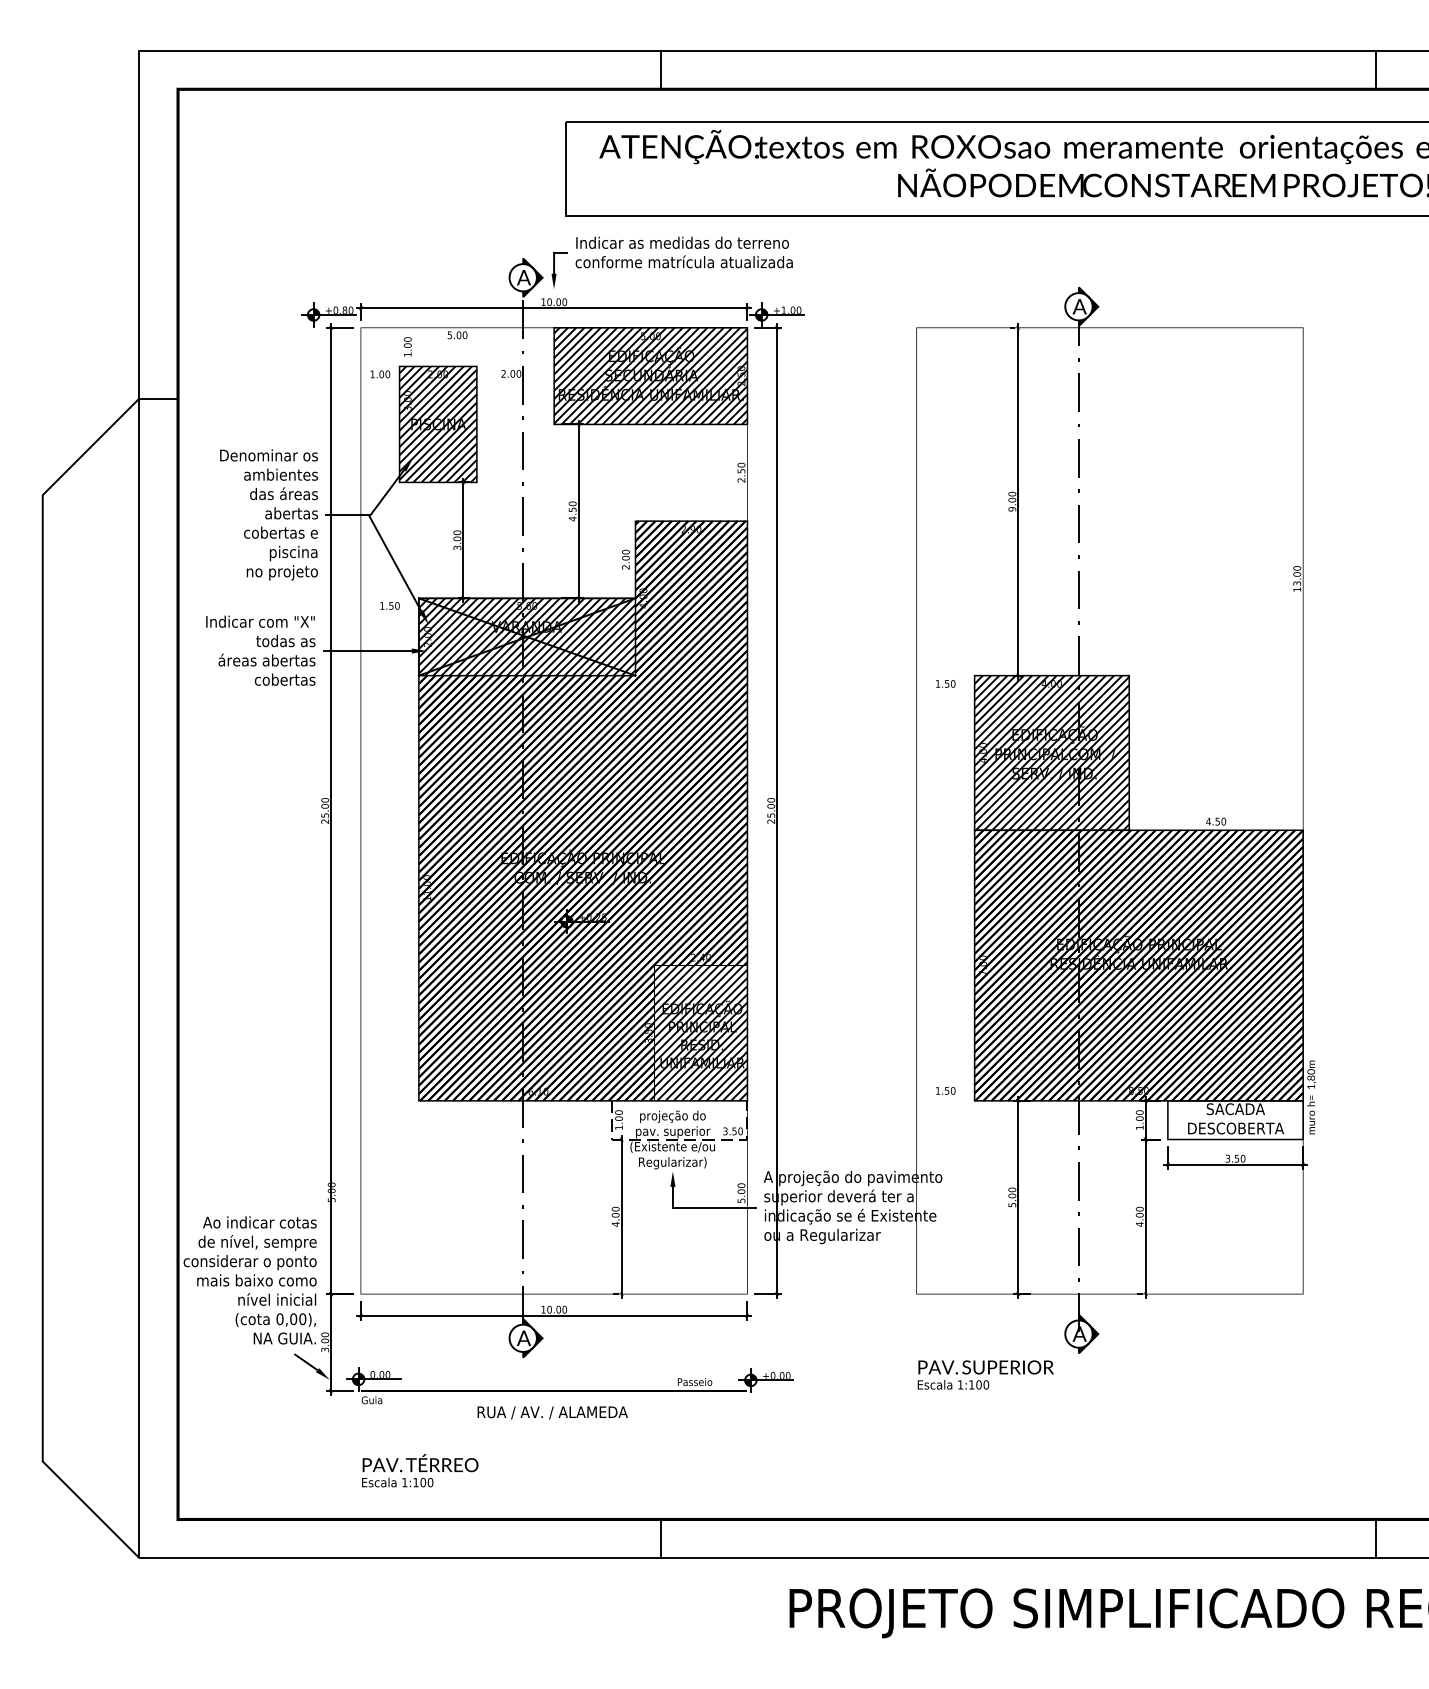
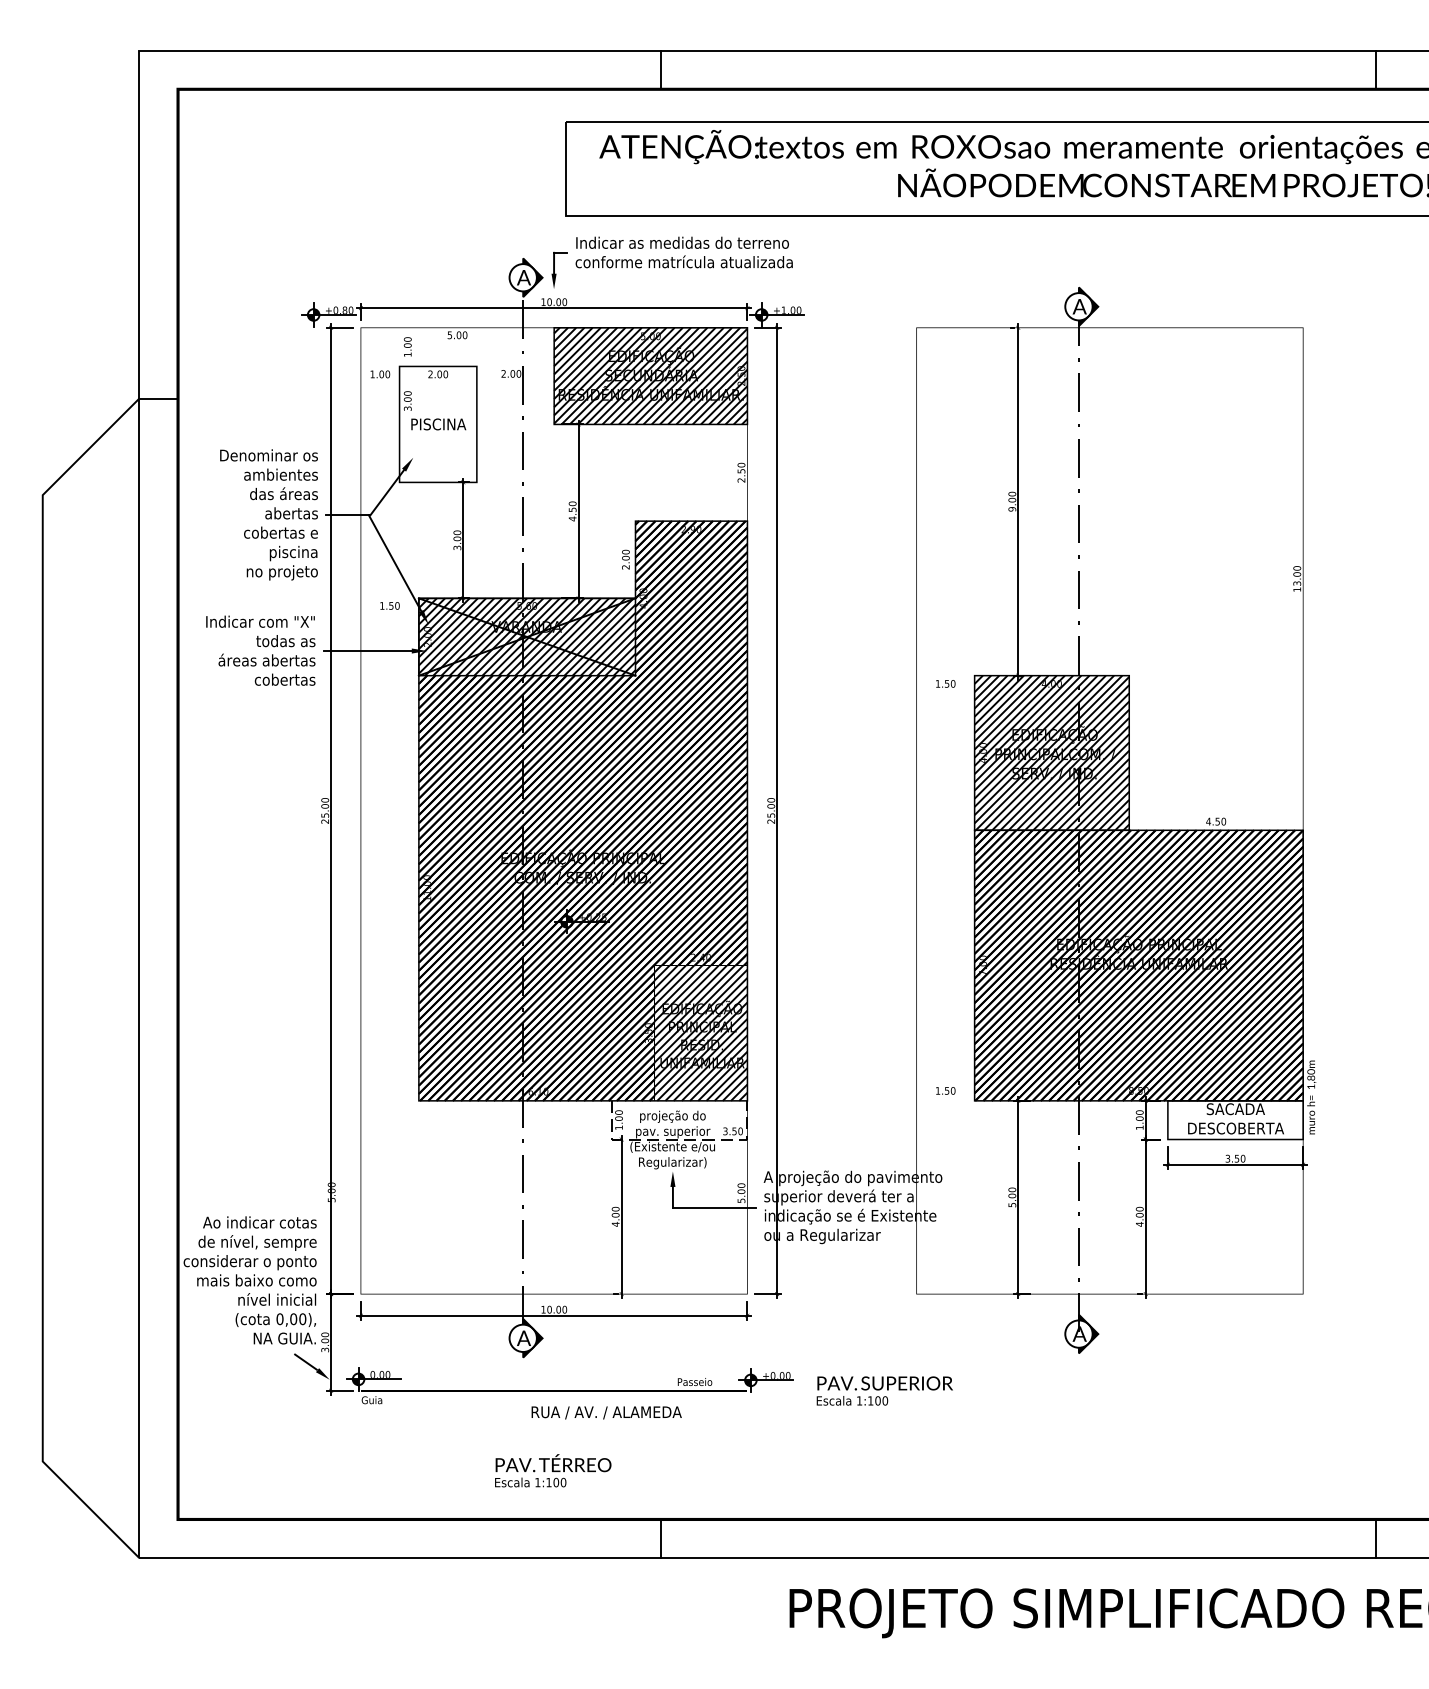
hatch at (437, 424): present -> none
text at (985, 1374) position: (985, 1374) -> (884, 1390)
text at (552, 1412) position: (552, 1412) -> (606, 1412)
text at (420, 1470) position: (420, 1470) -> (553, 1470)
